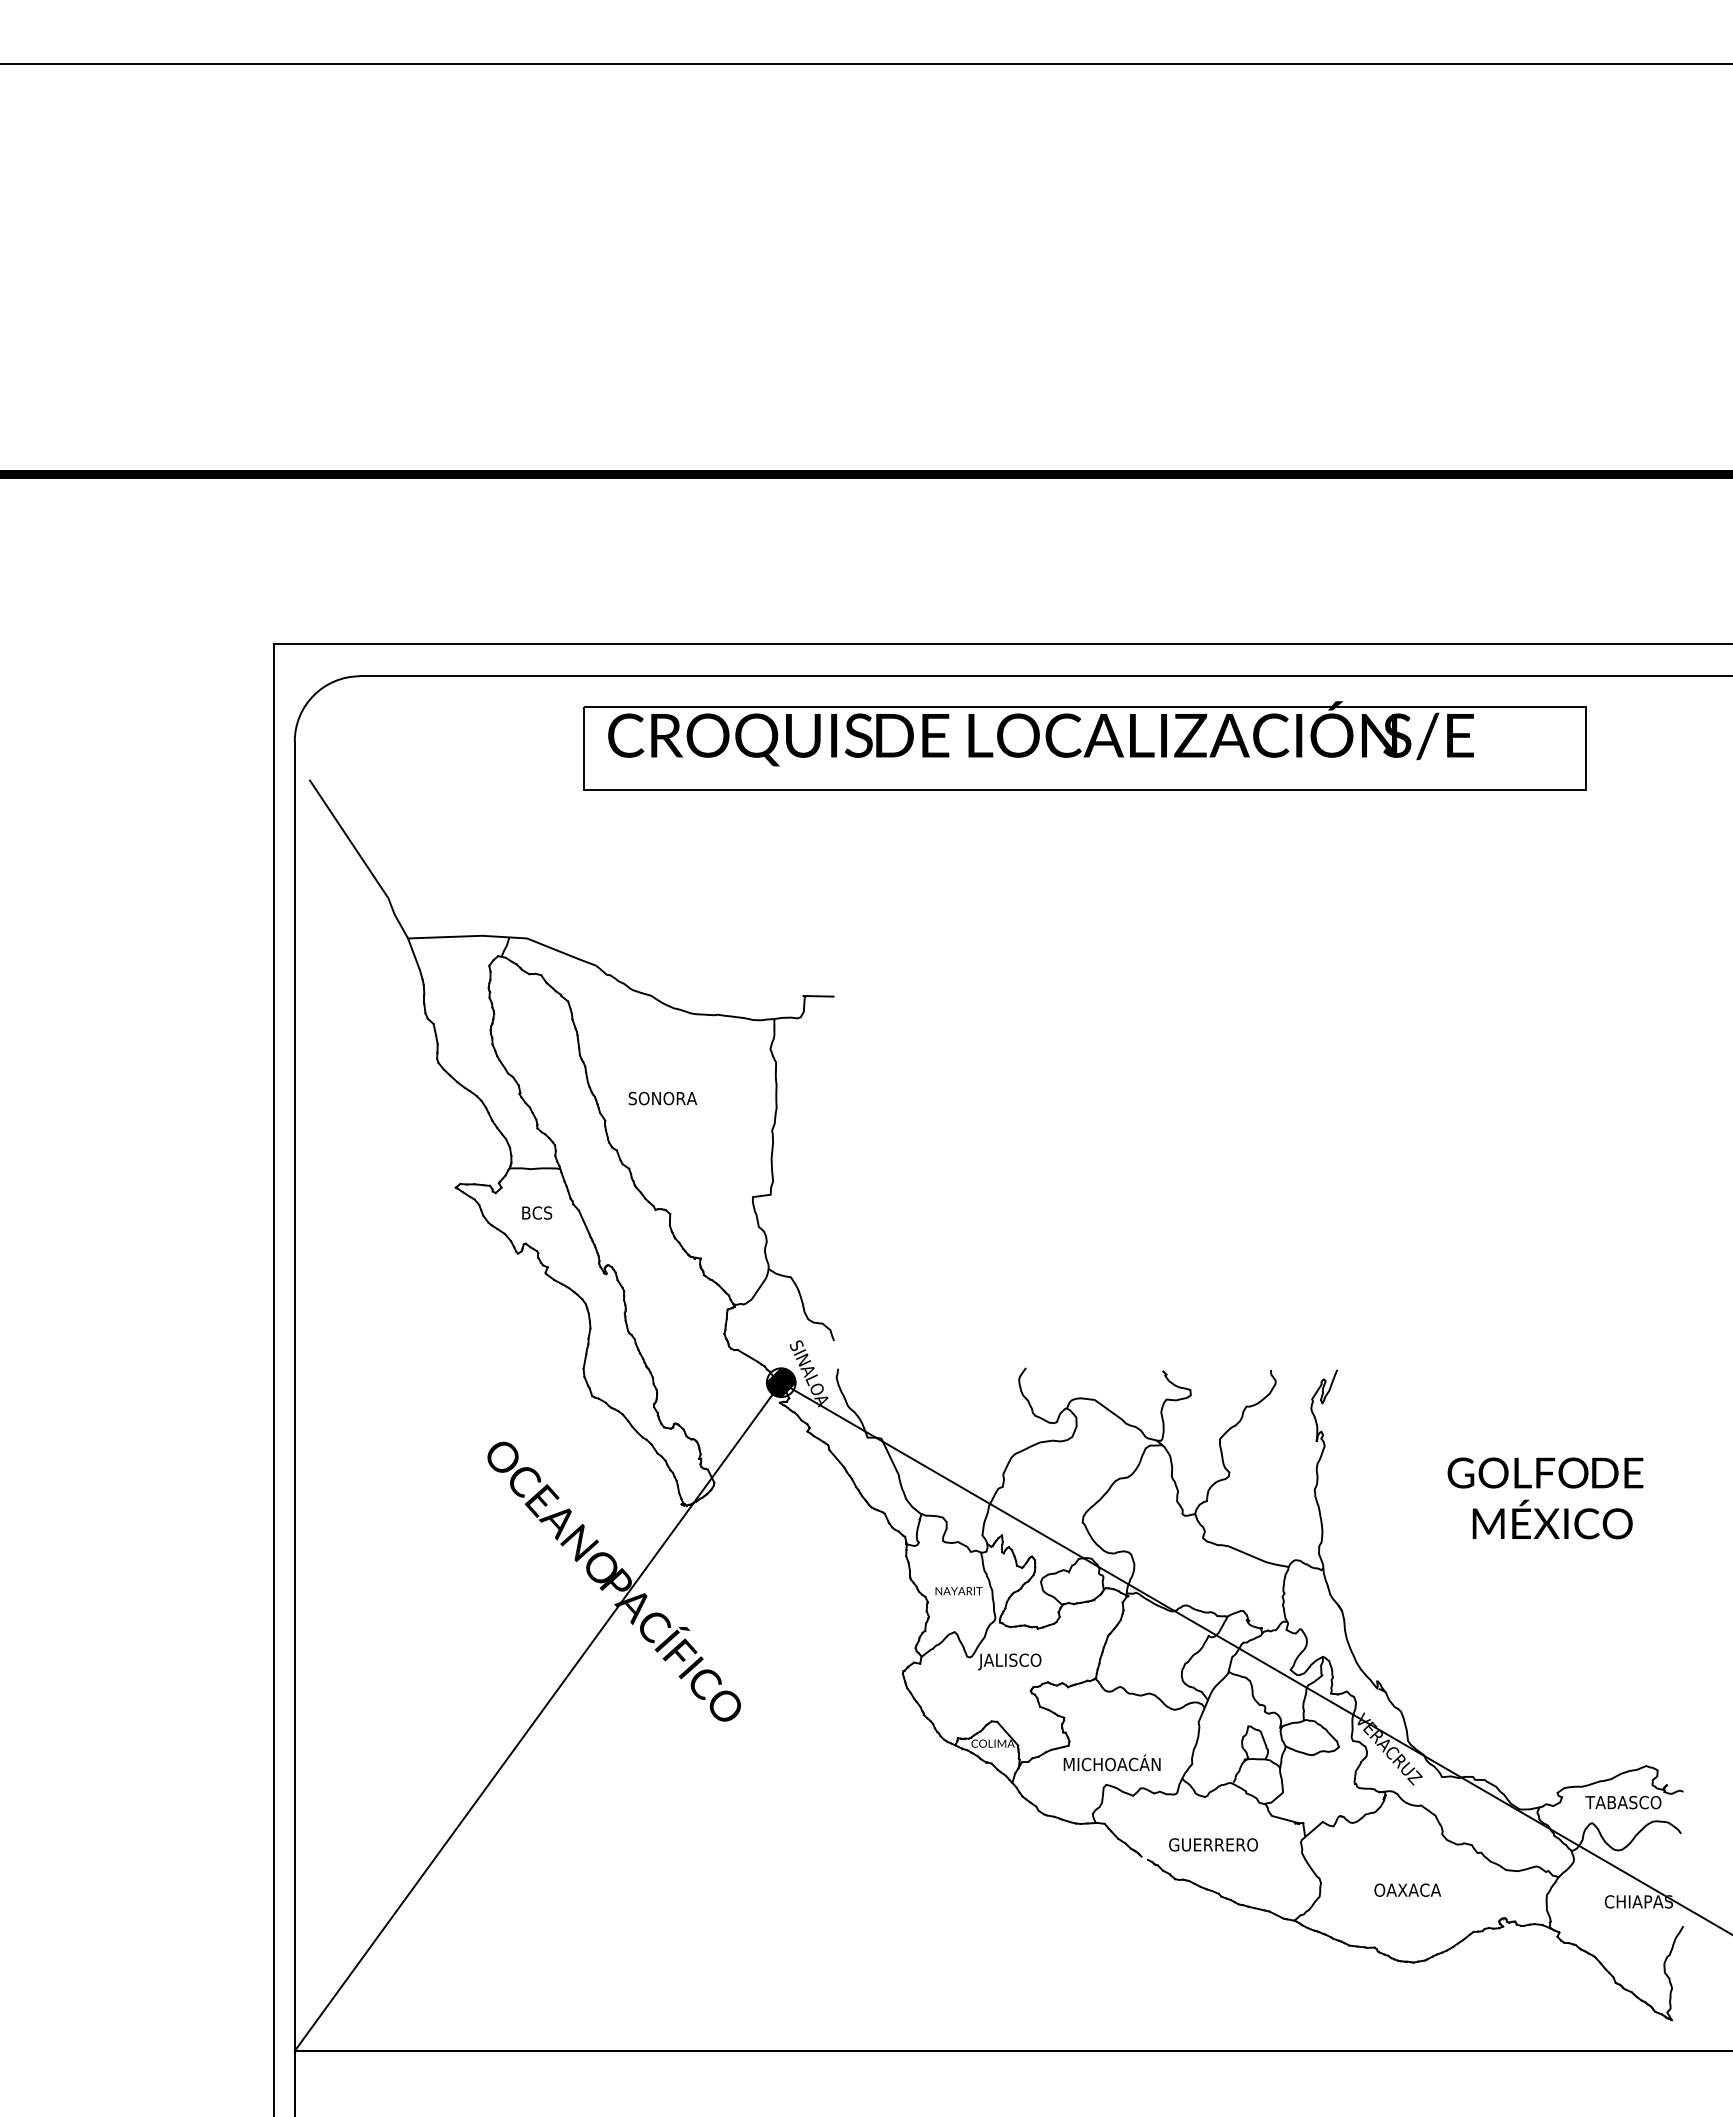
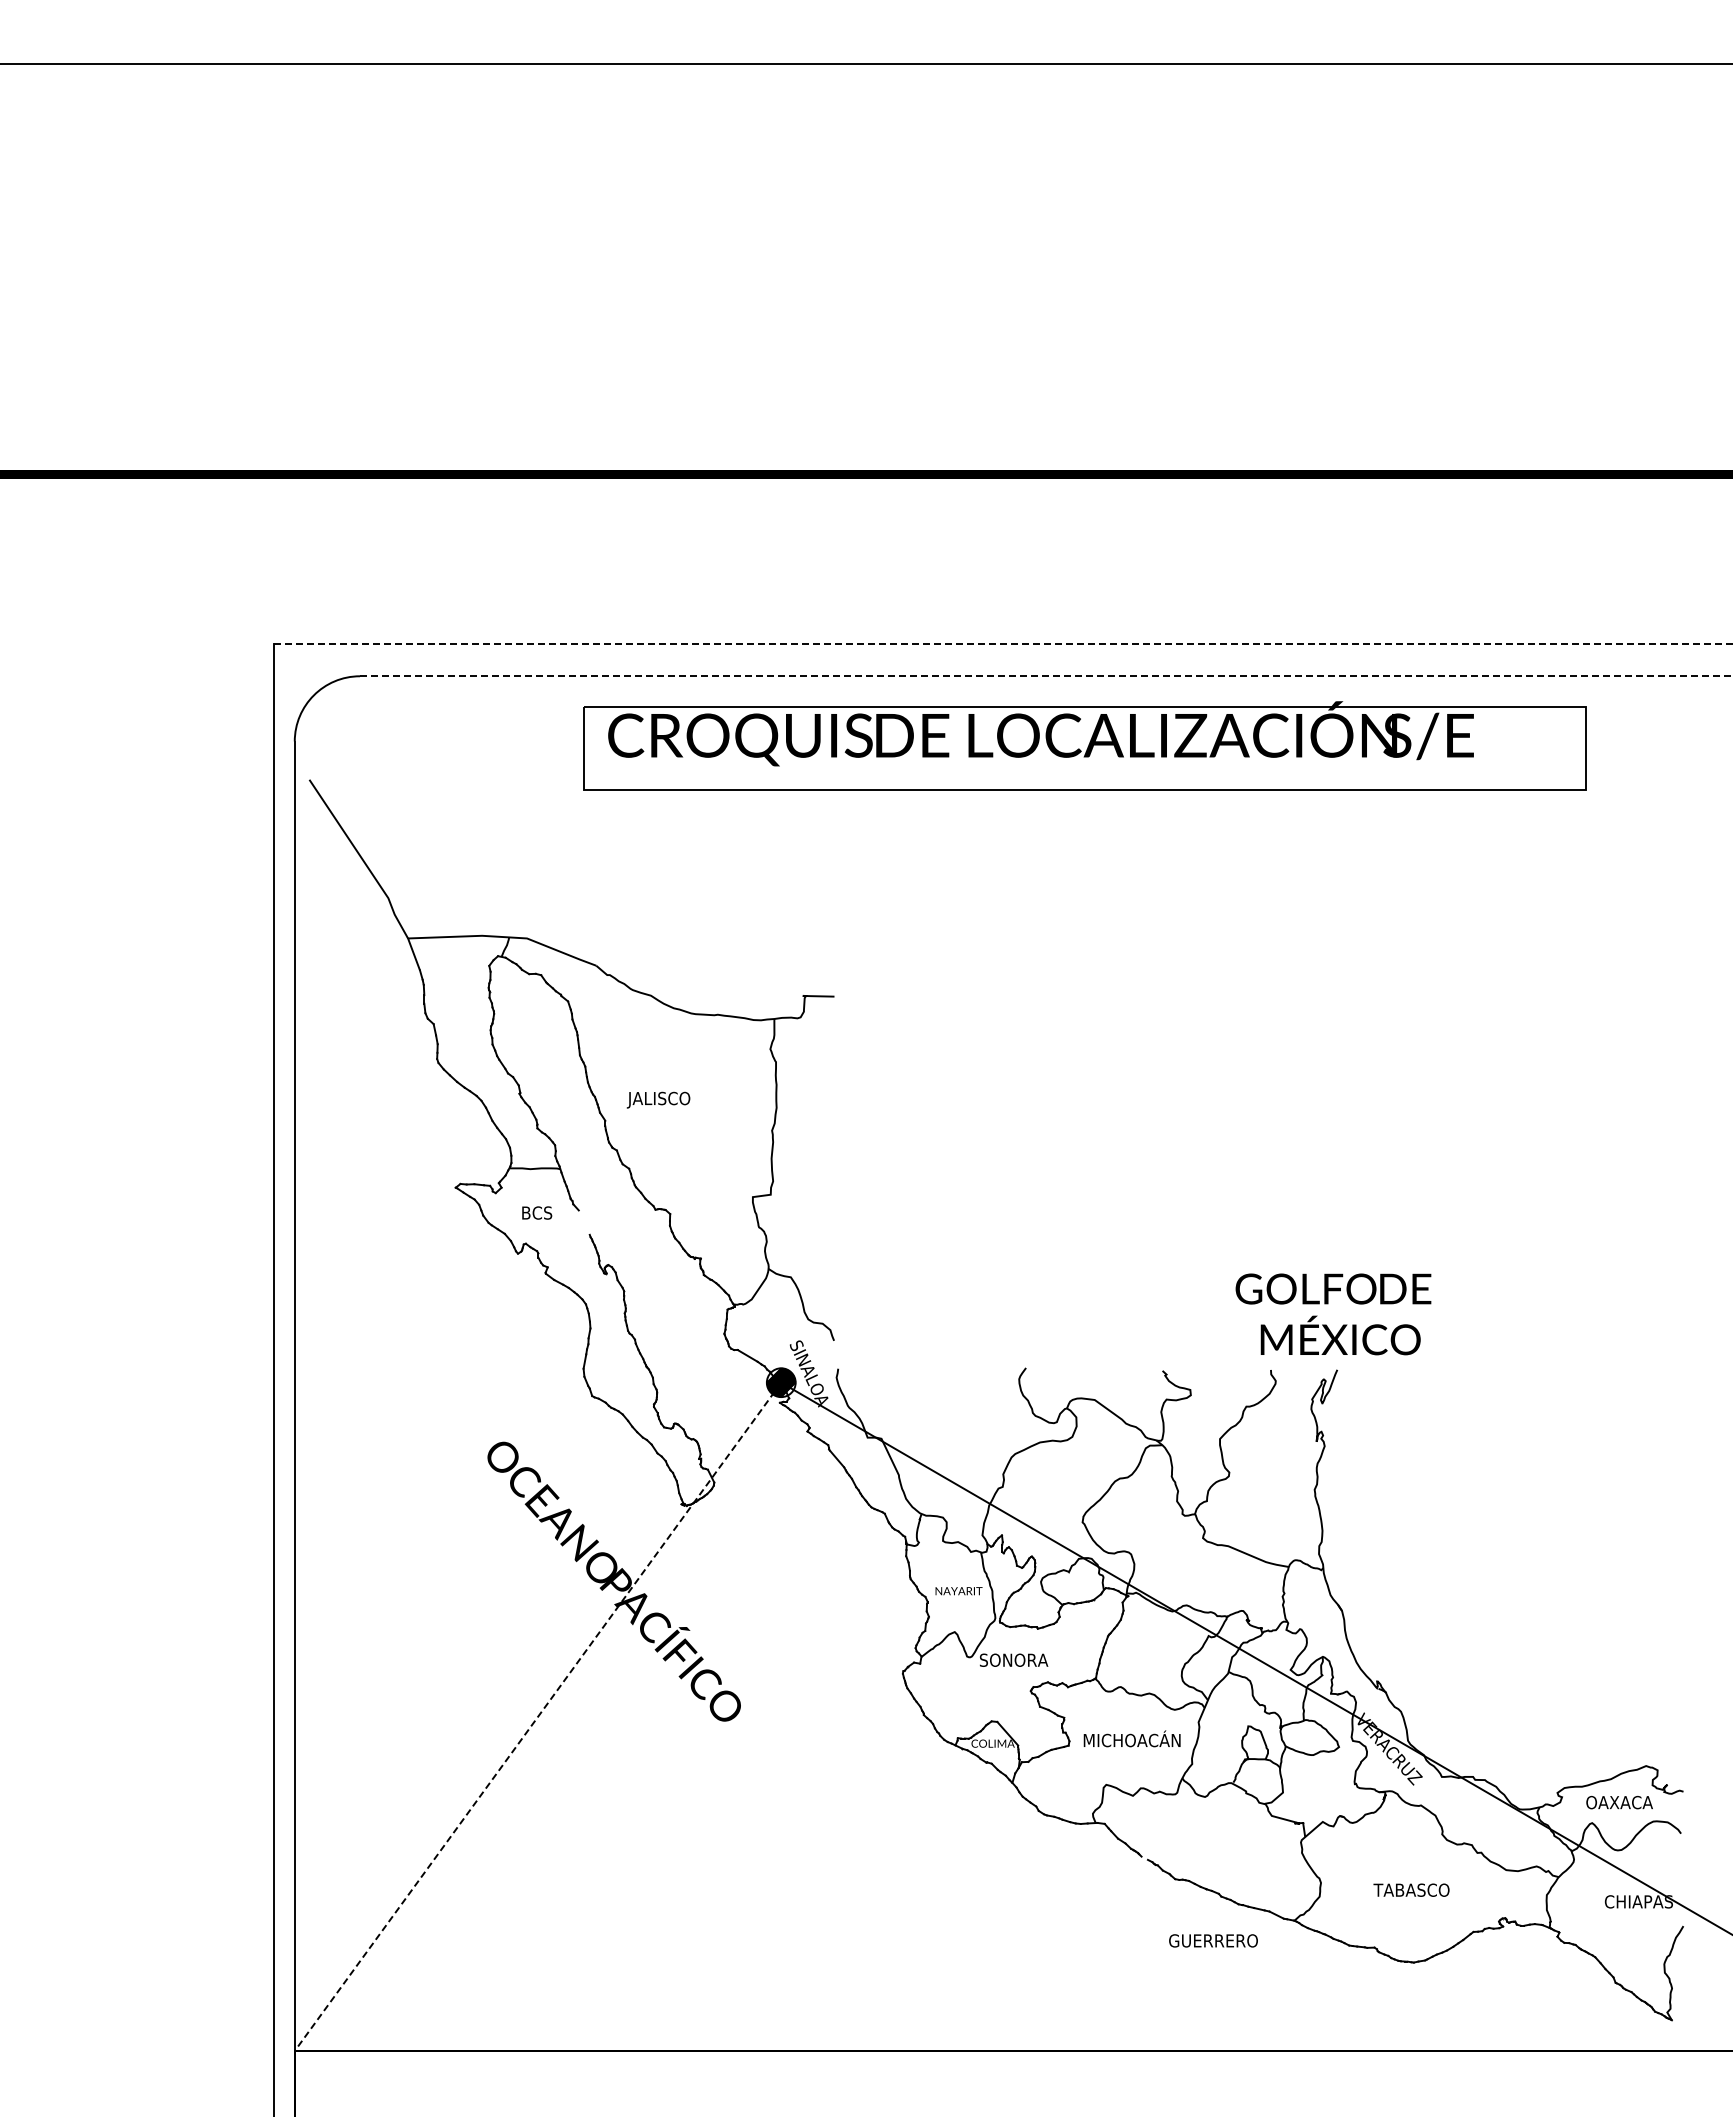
line at (1003, 643): solid -> dashed
line at (1046, 676): solid -> dashed
text at (661, 1099): SONORA -> JALISCO
line at (583, 1222): present -> none
text at (1545, 1498) position: (1545, 1498) -> (1333, 1314)
text at (1013, 1661): JALISCO -> SONORA
line at (537, 1717): solid -> dashed
text at (1111, 1762) position: (1111, 1762) -> (1131, 1738)
text at (1623, 1802): TABASCO -> OAXACA
text at (1213, 1844) position: (1213, 1844) -> (1213, 1940)
text at (1411, 1889): OAXACA -> TABASCO
